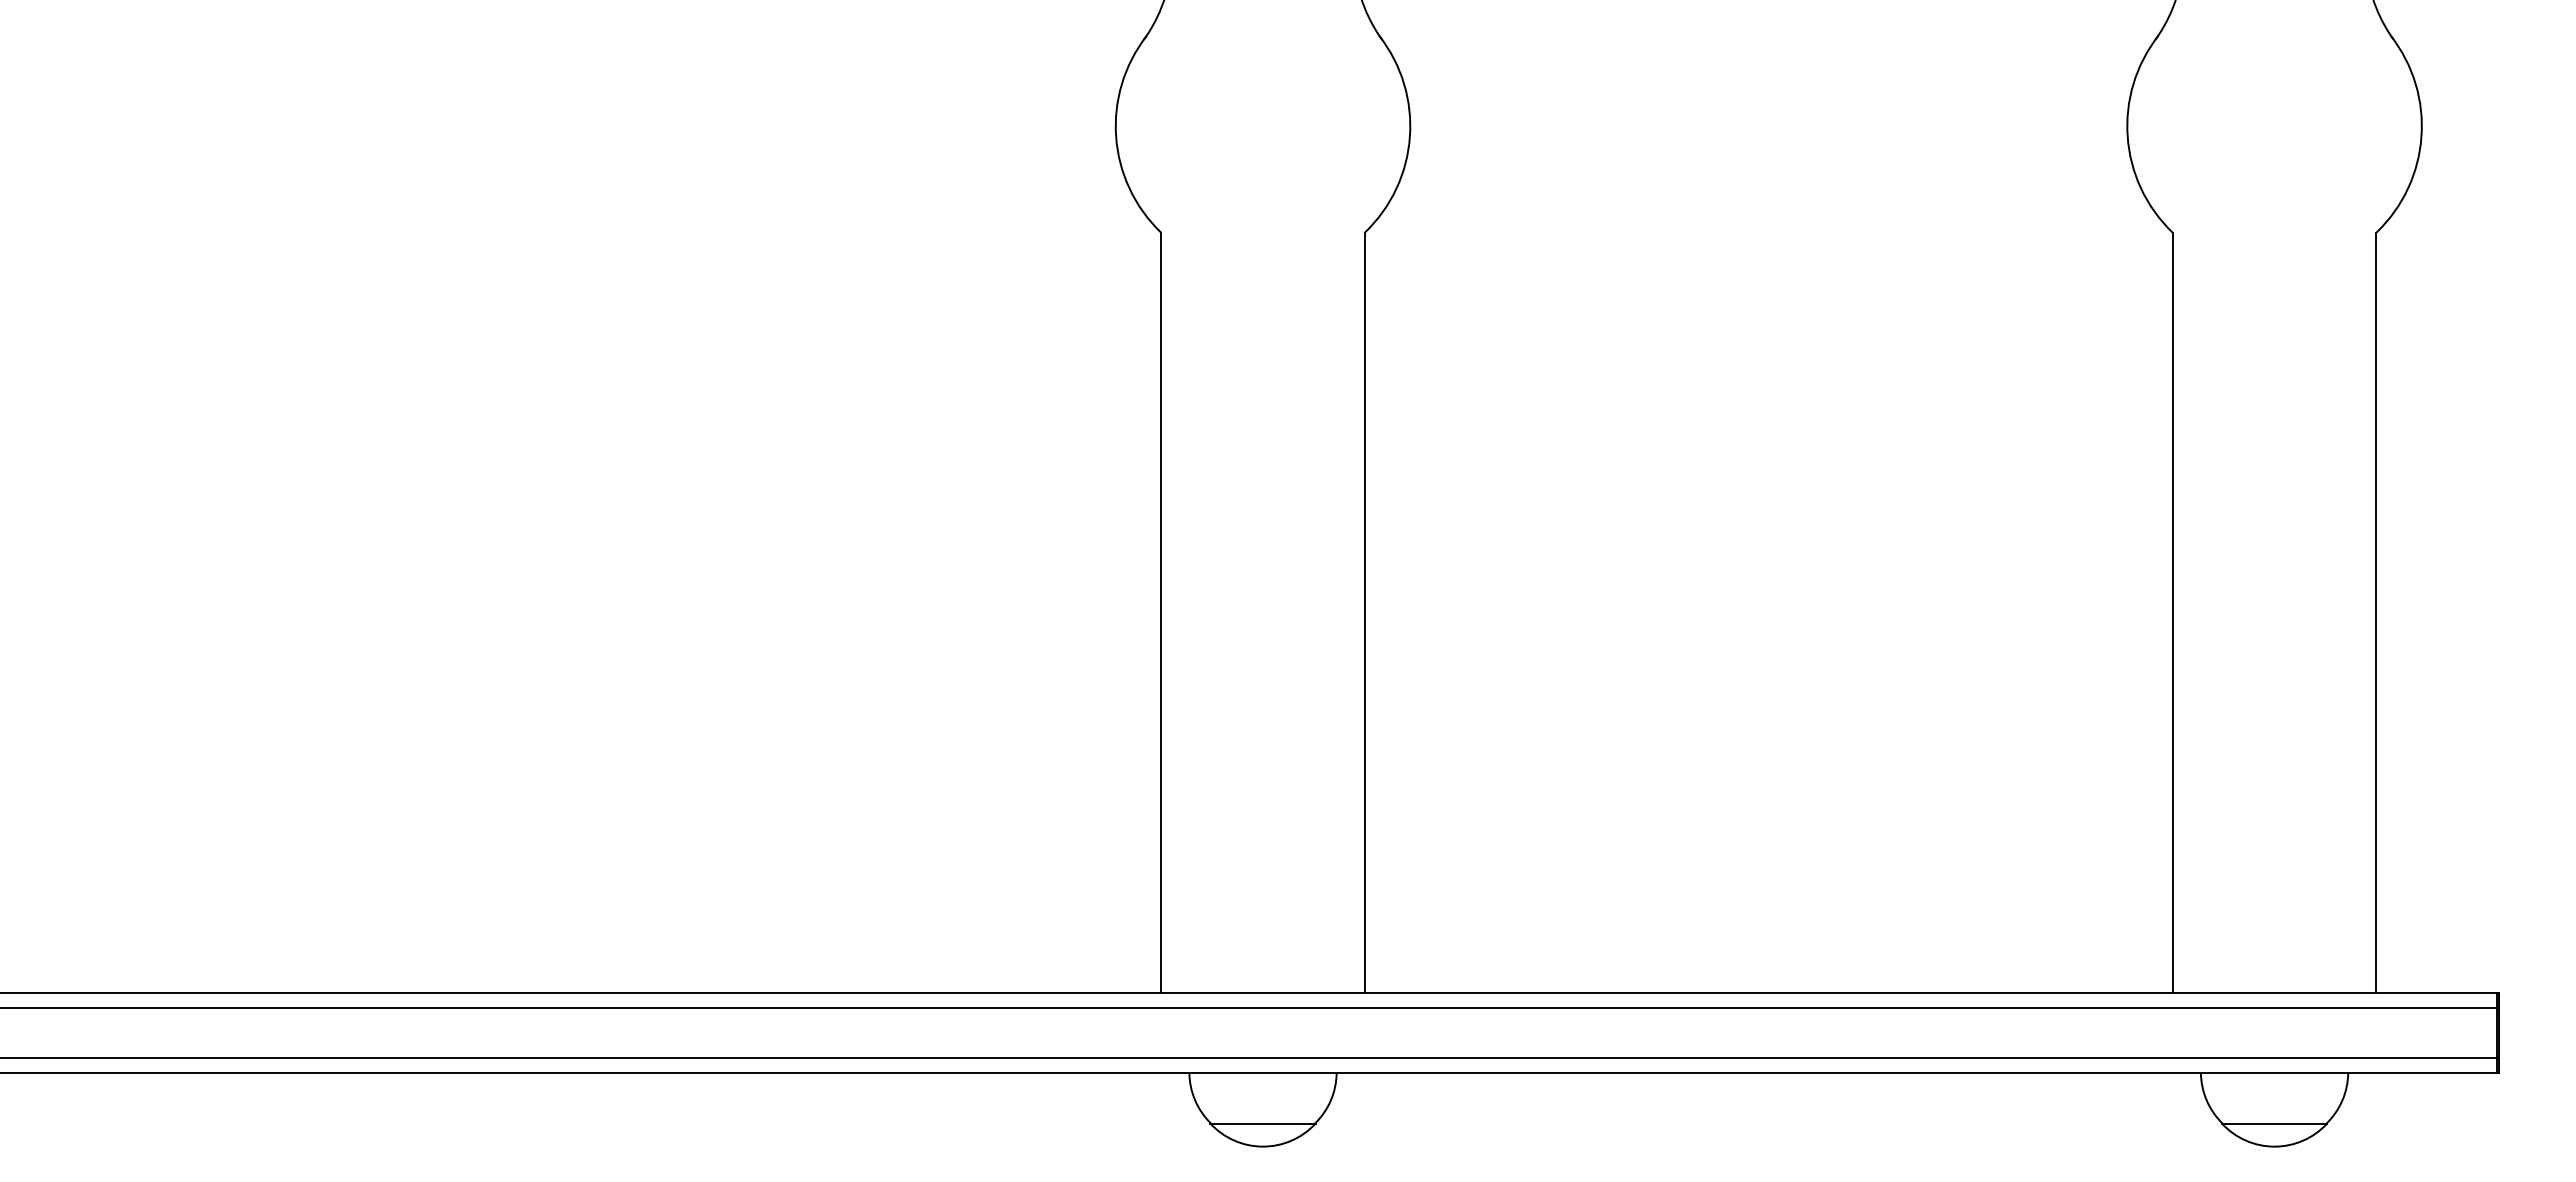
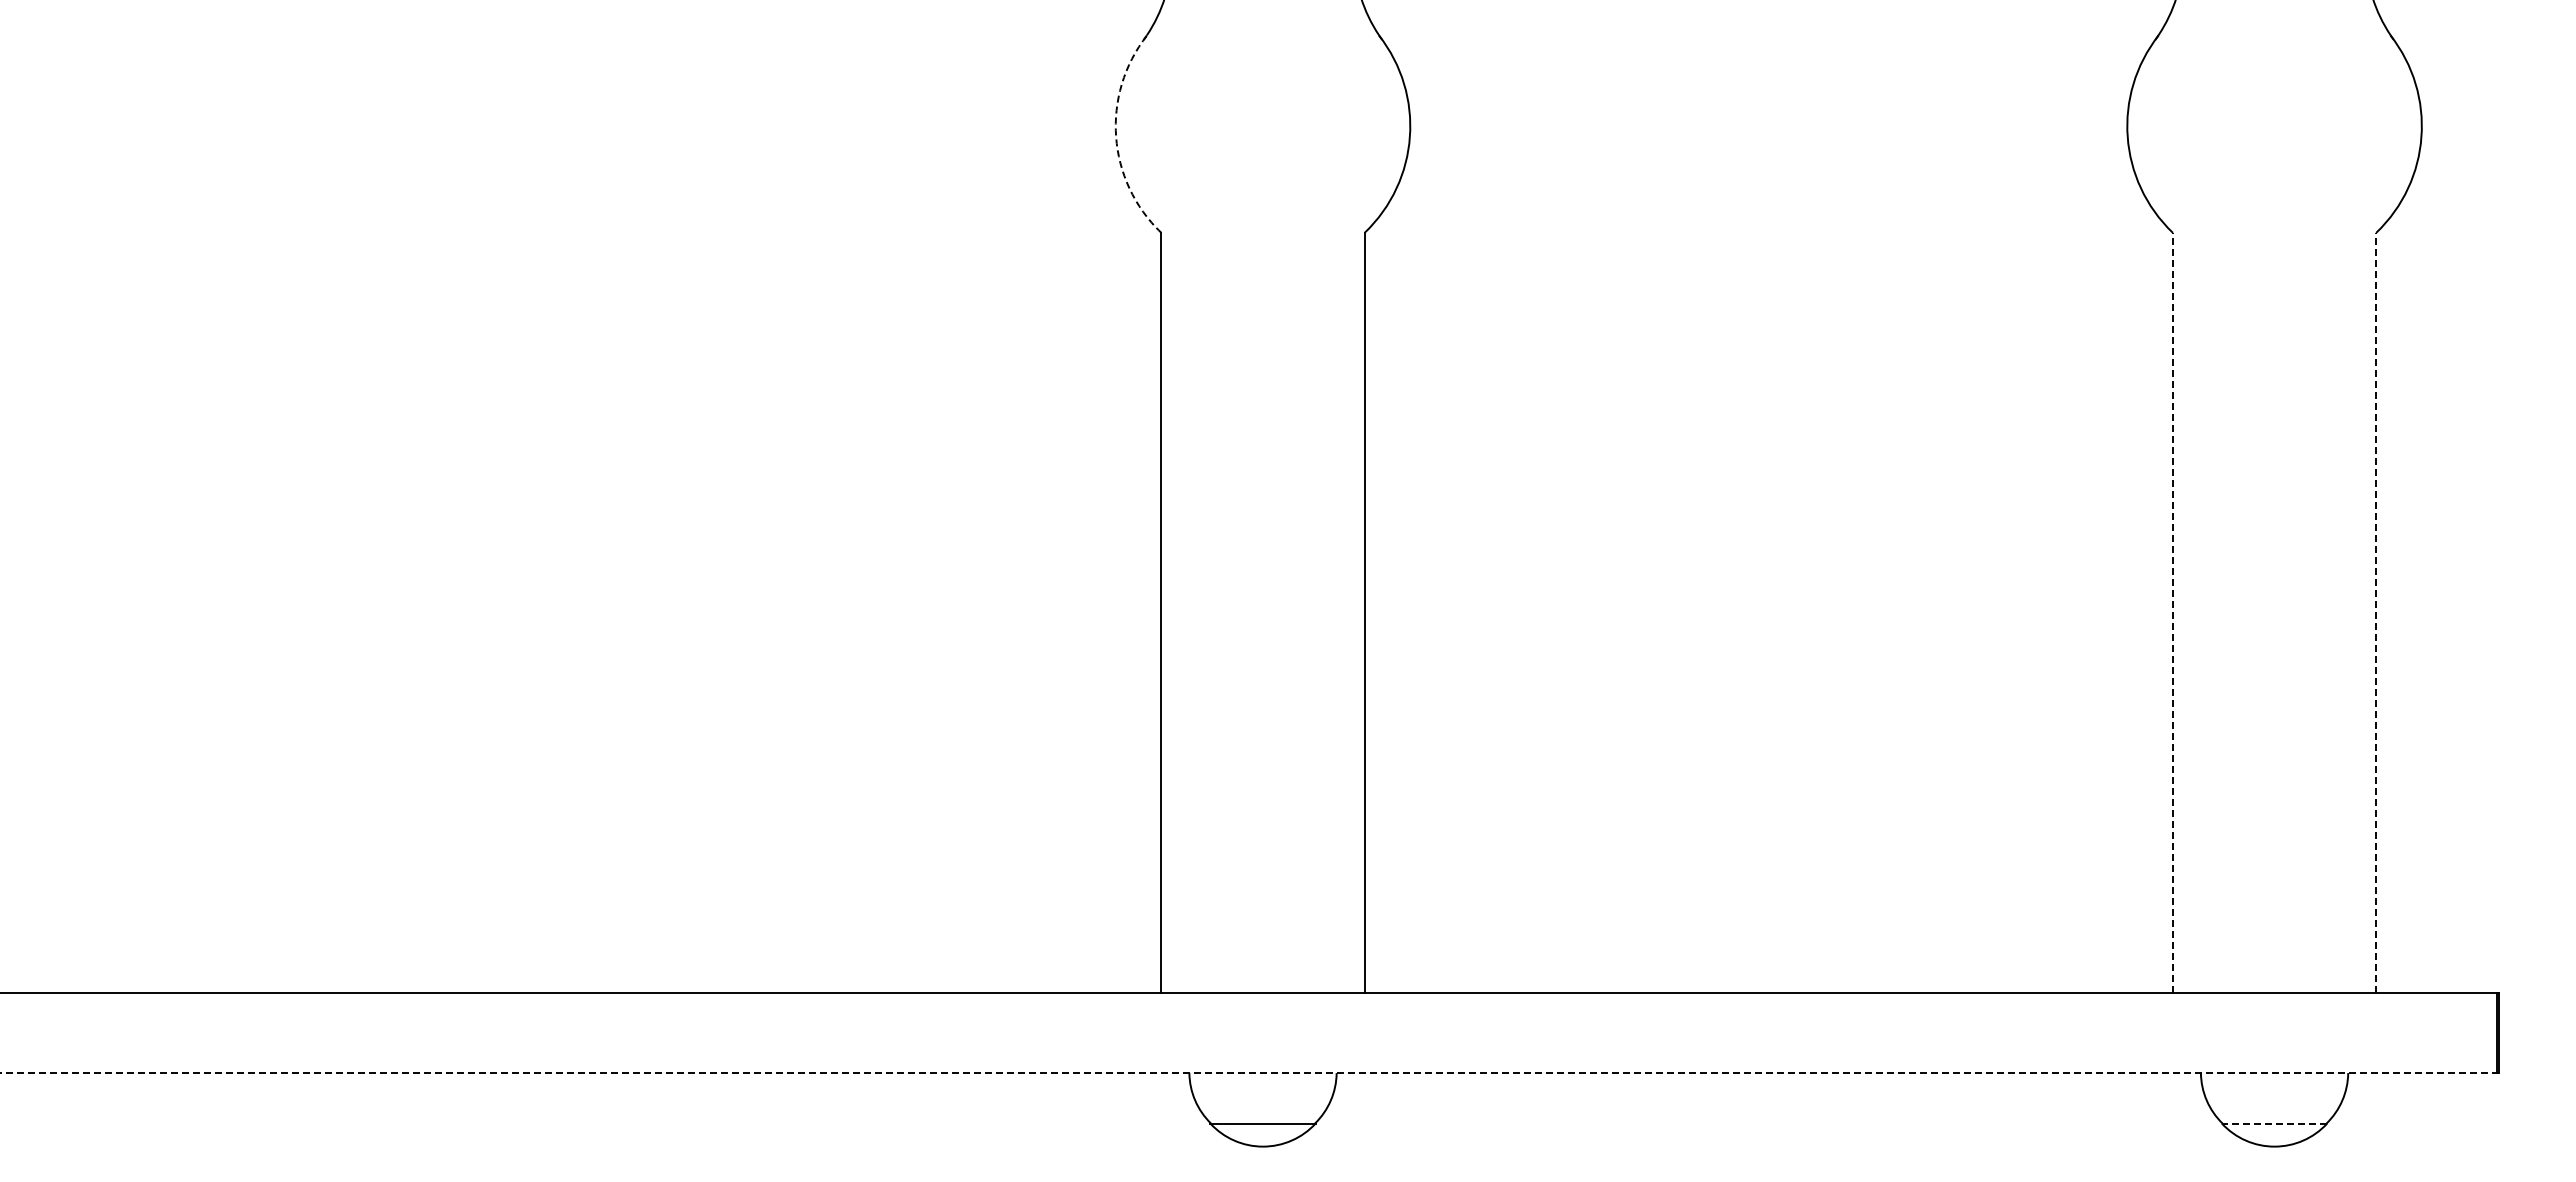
arc at (1116, 136): solid -> dashed
line at (2172, 612): solid -> dashed
line at (2376, 612): solid -> dashed
line at (1250, 1007): present -> none
line at (1250, 1058): present -> none
line at (1249, 1073): solid -> dashed
line at (2274, 1123): solid -> dashed
